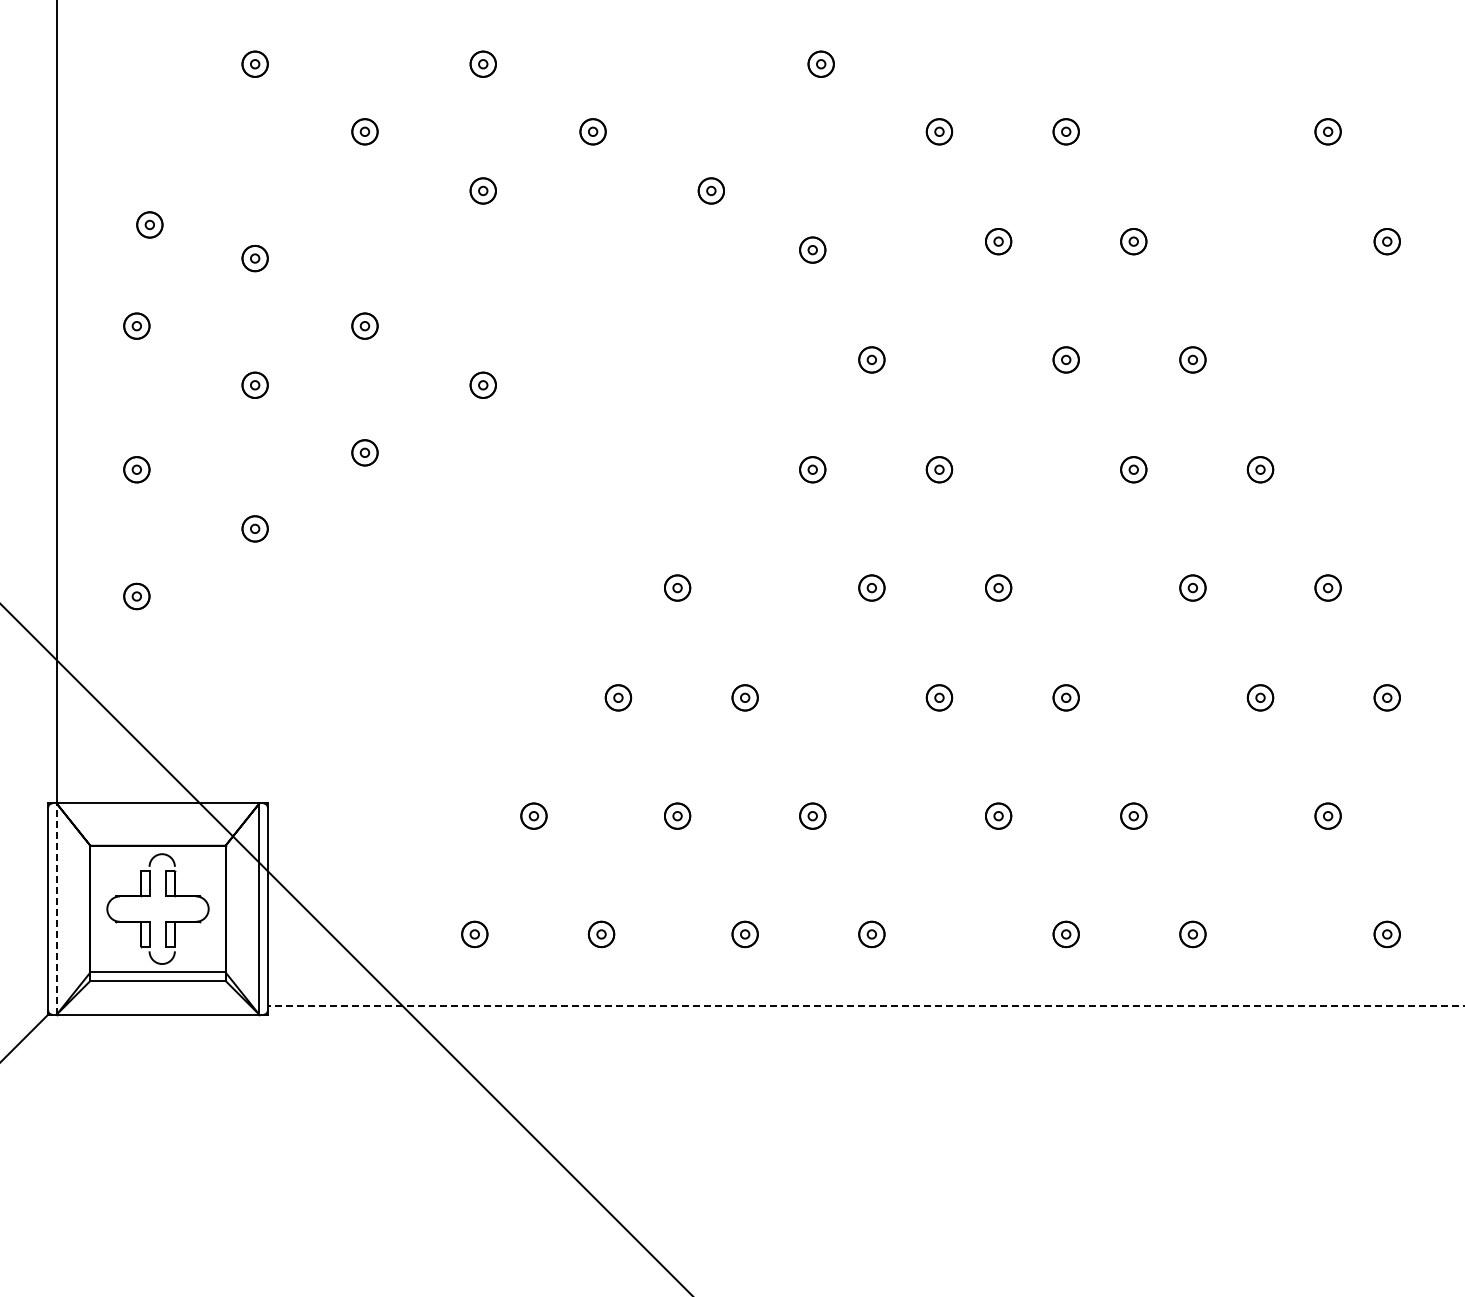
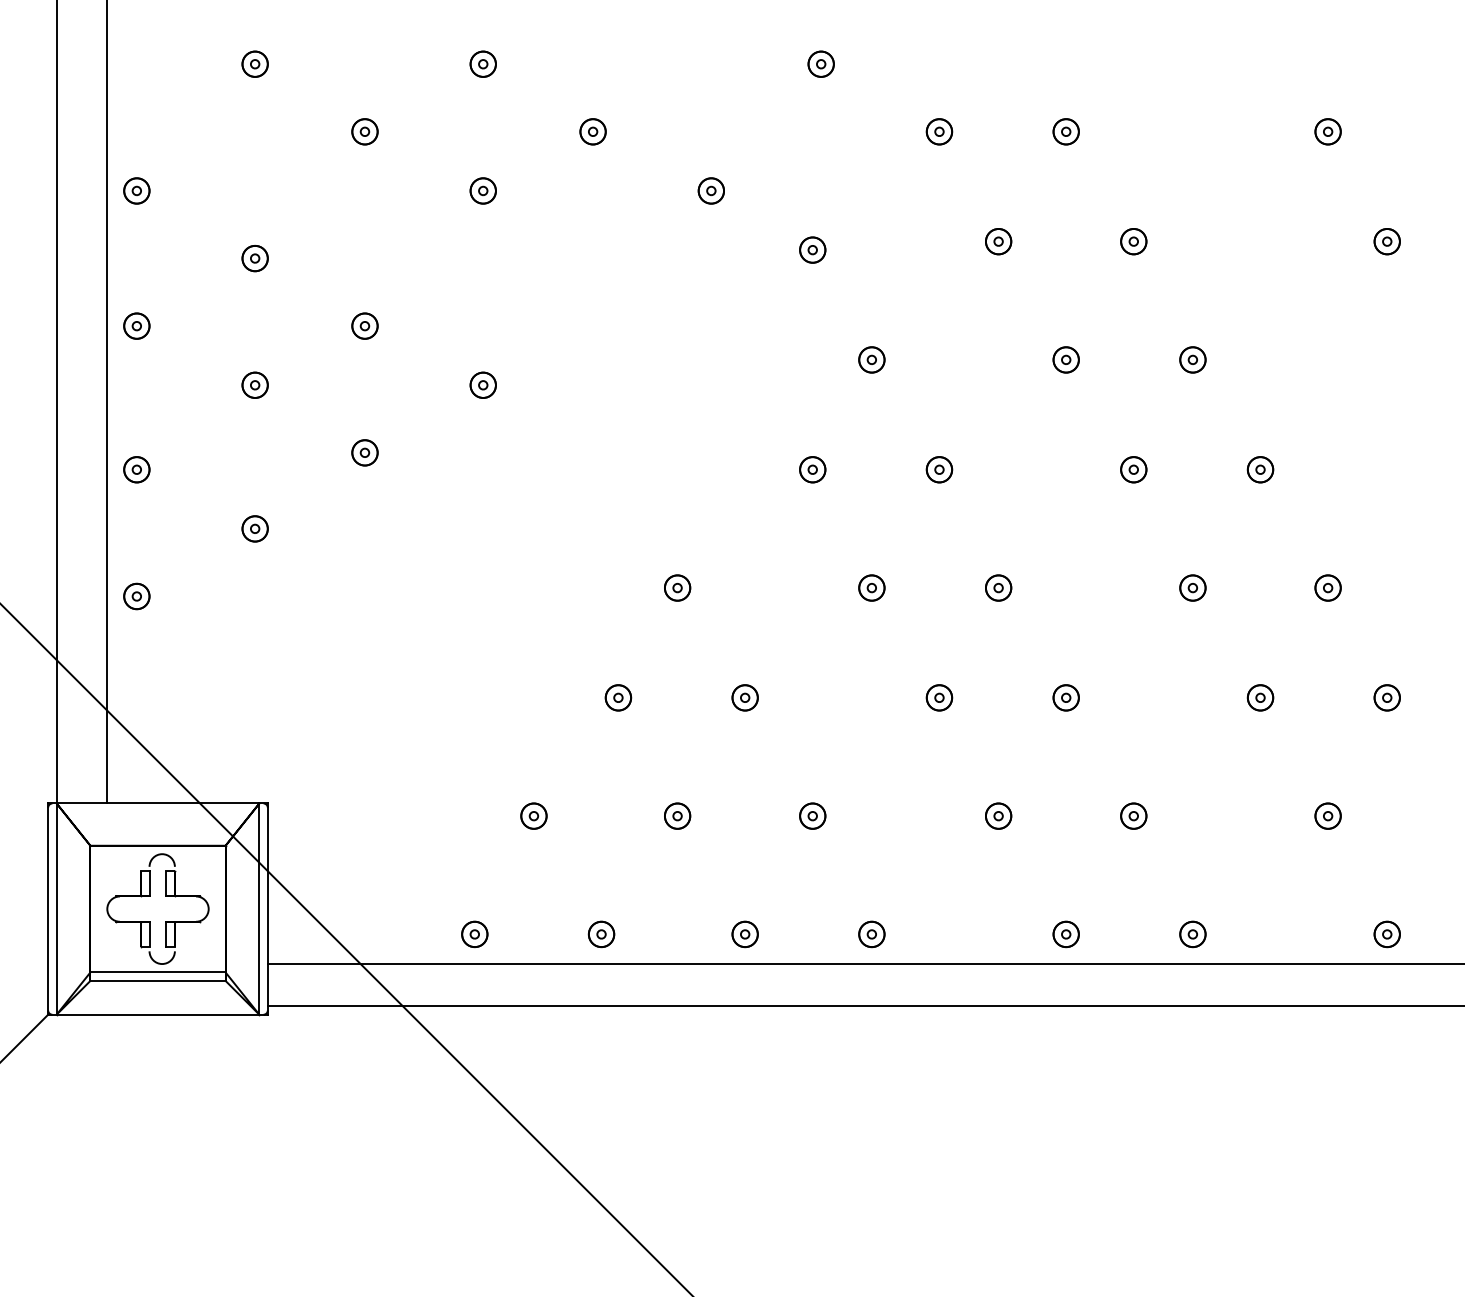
part at (149, 224) position: (149, 224) -> (136, 190)
line at (107, 402): none -> present
line at (56, 909): dashed -> solid
line at (864, 964): none -> present
line at (865, 1006): dashed -> solid
